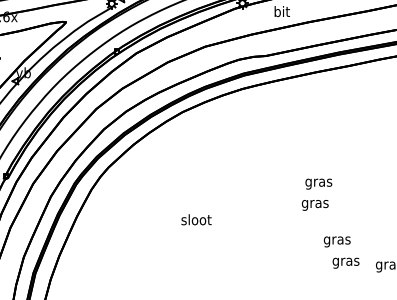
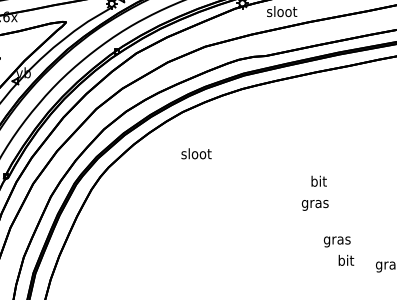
text at (282, 11): bit -> sloot
text at (318, 182): gras -> bit
text at (196, 219) position: (196, 219) -> (196, 153)
text at (345, 261): gras -> bit
